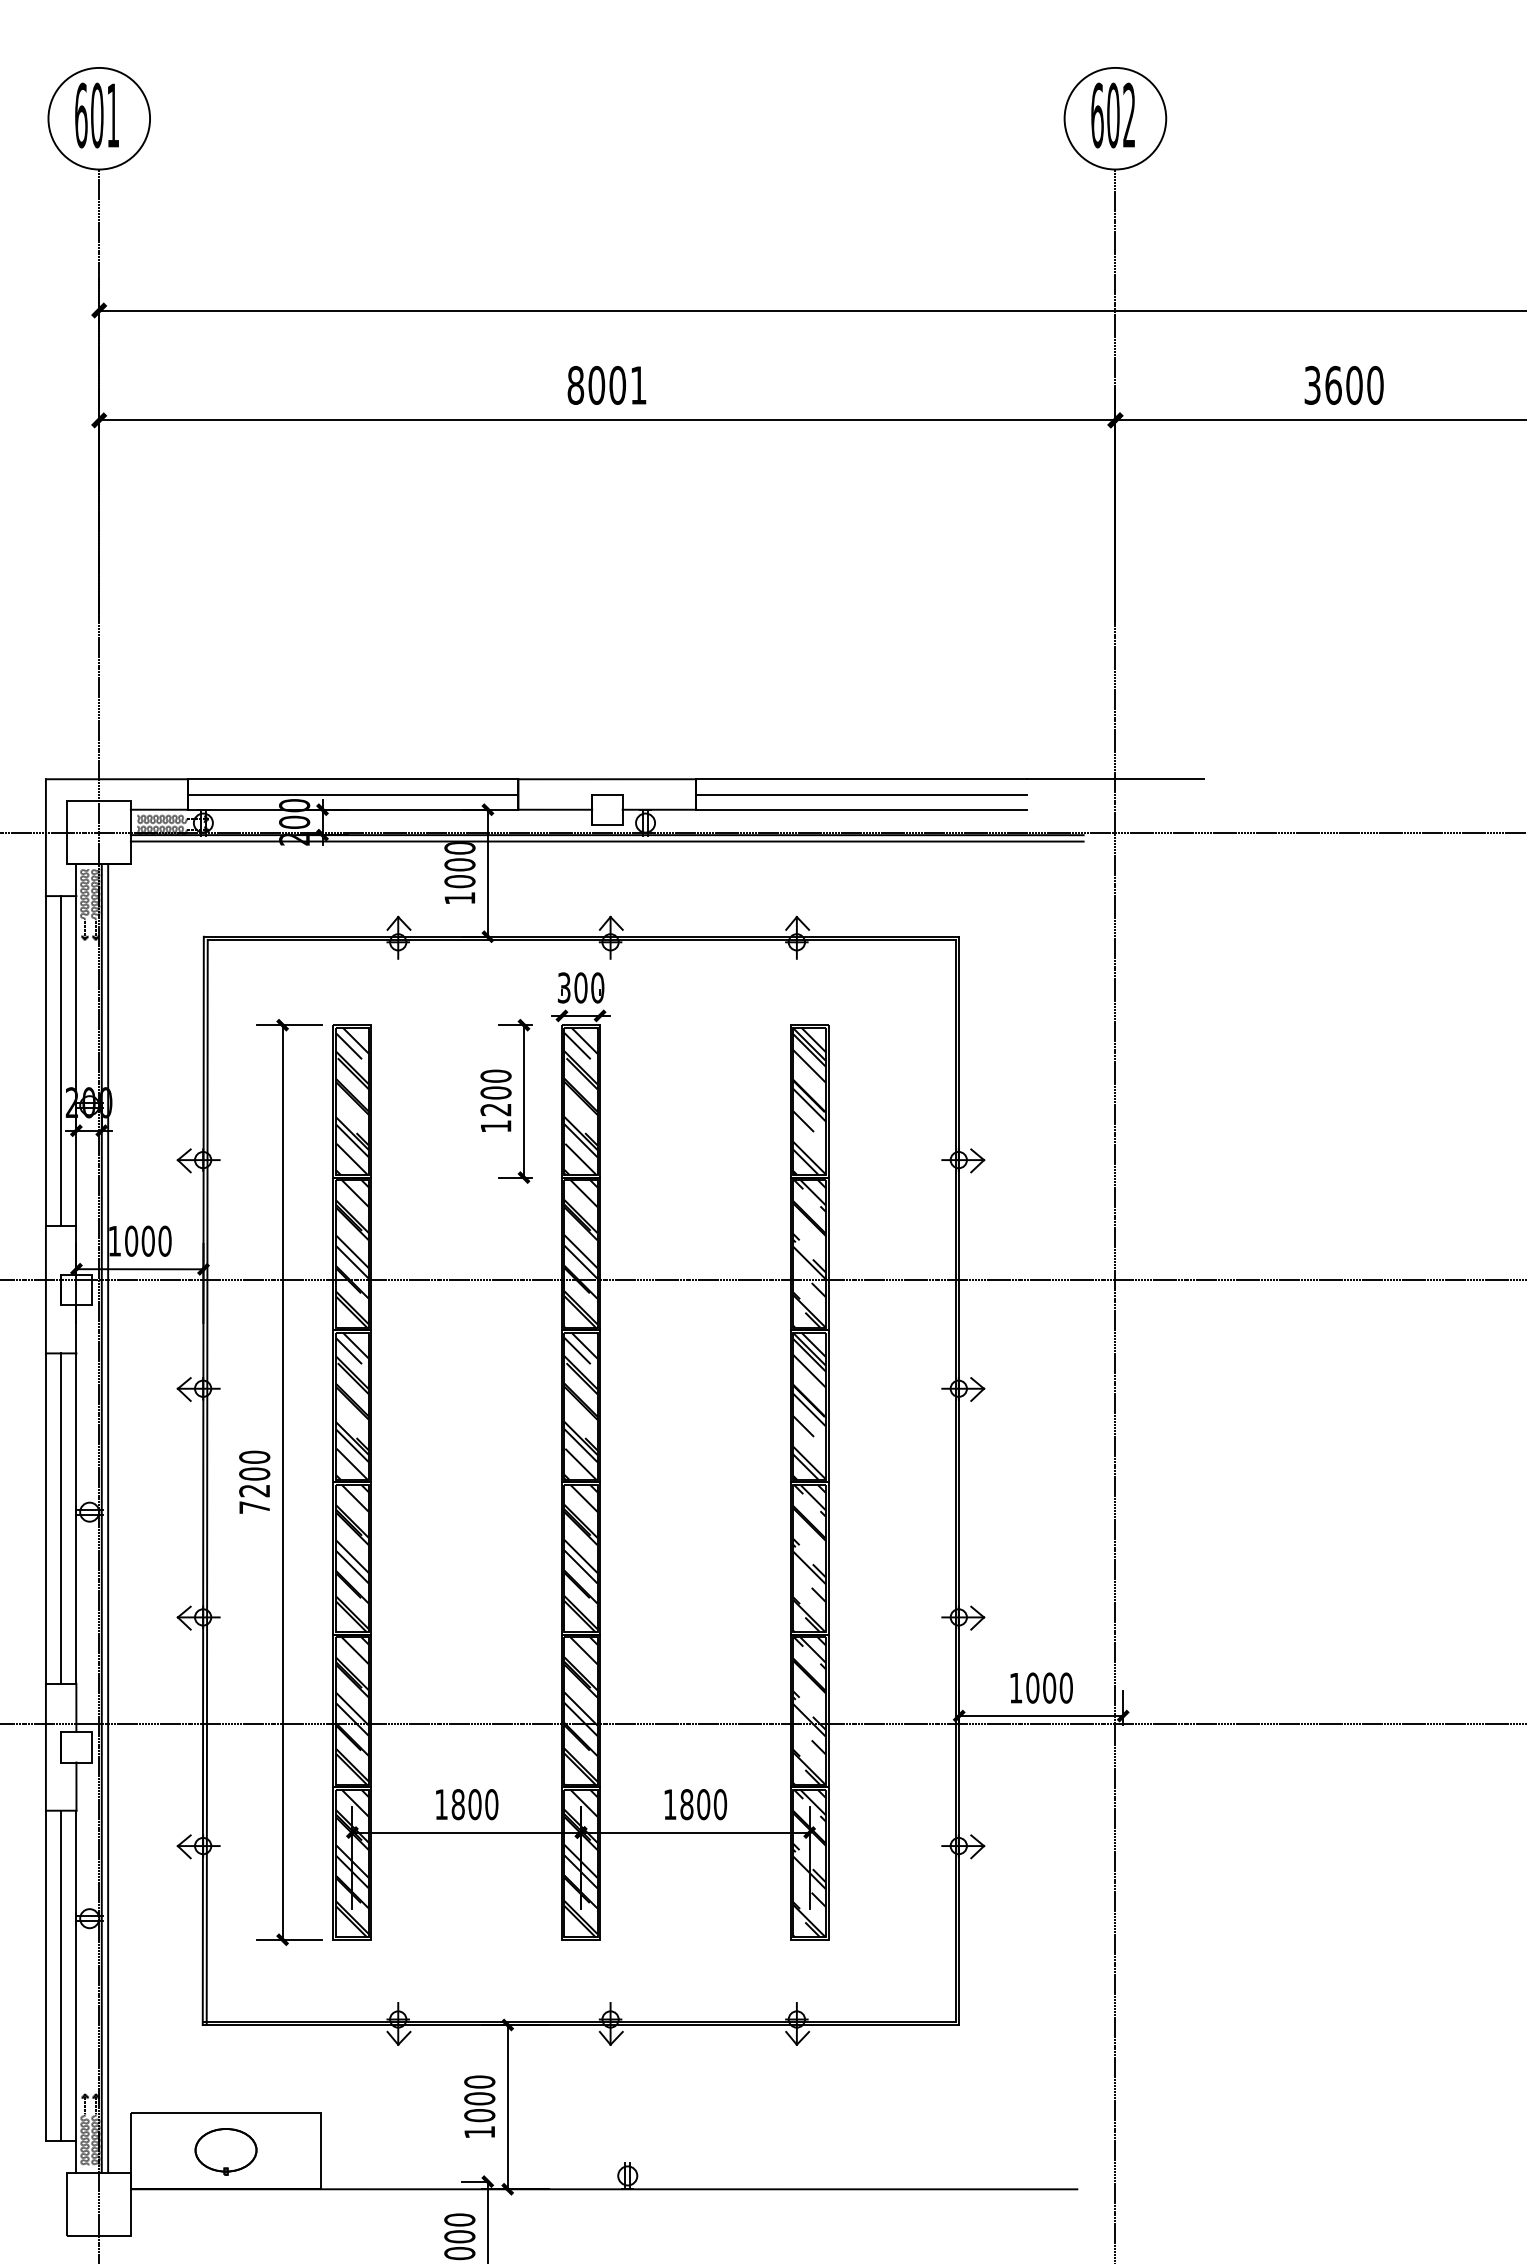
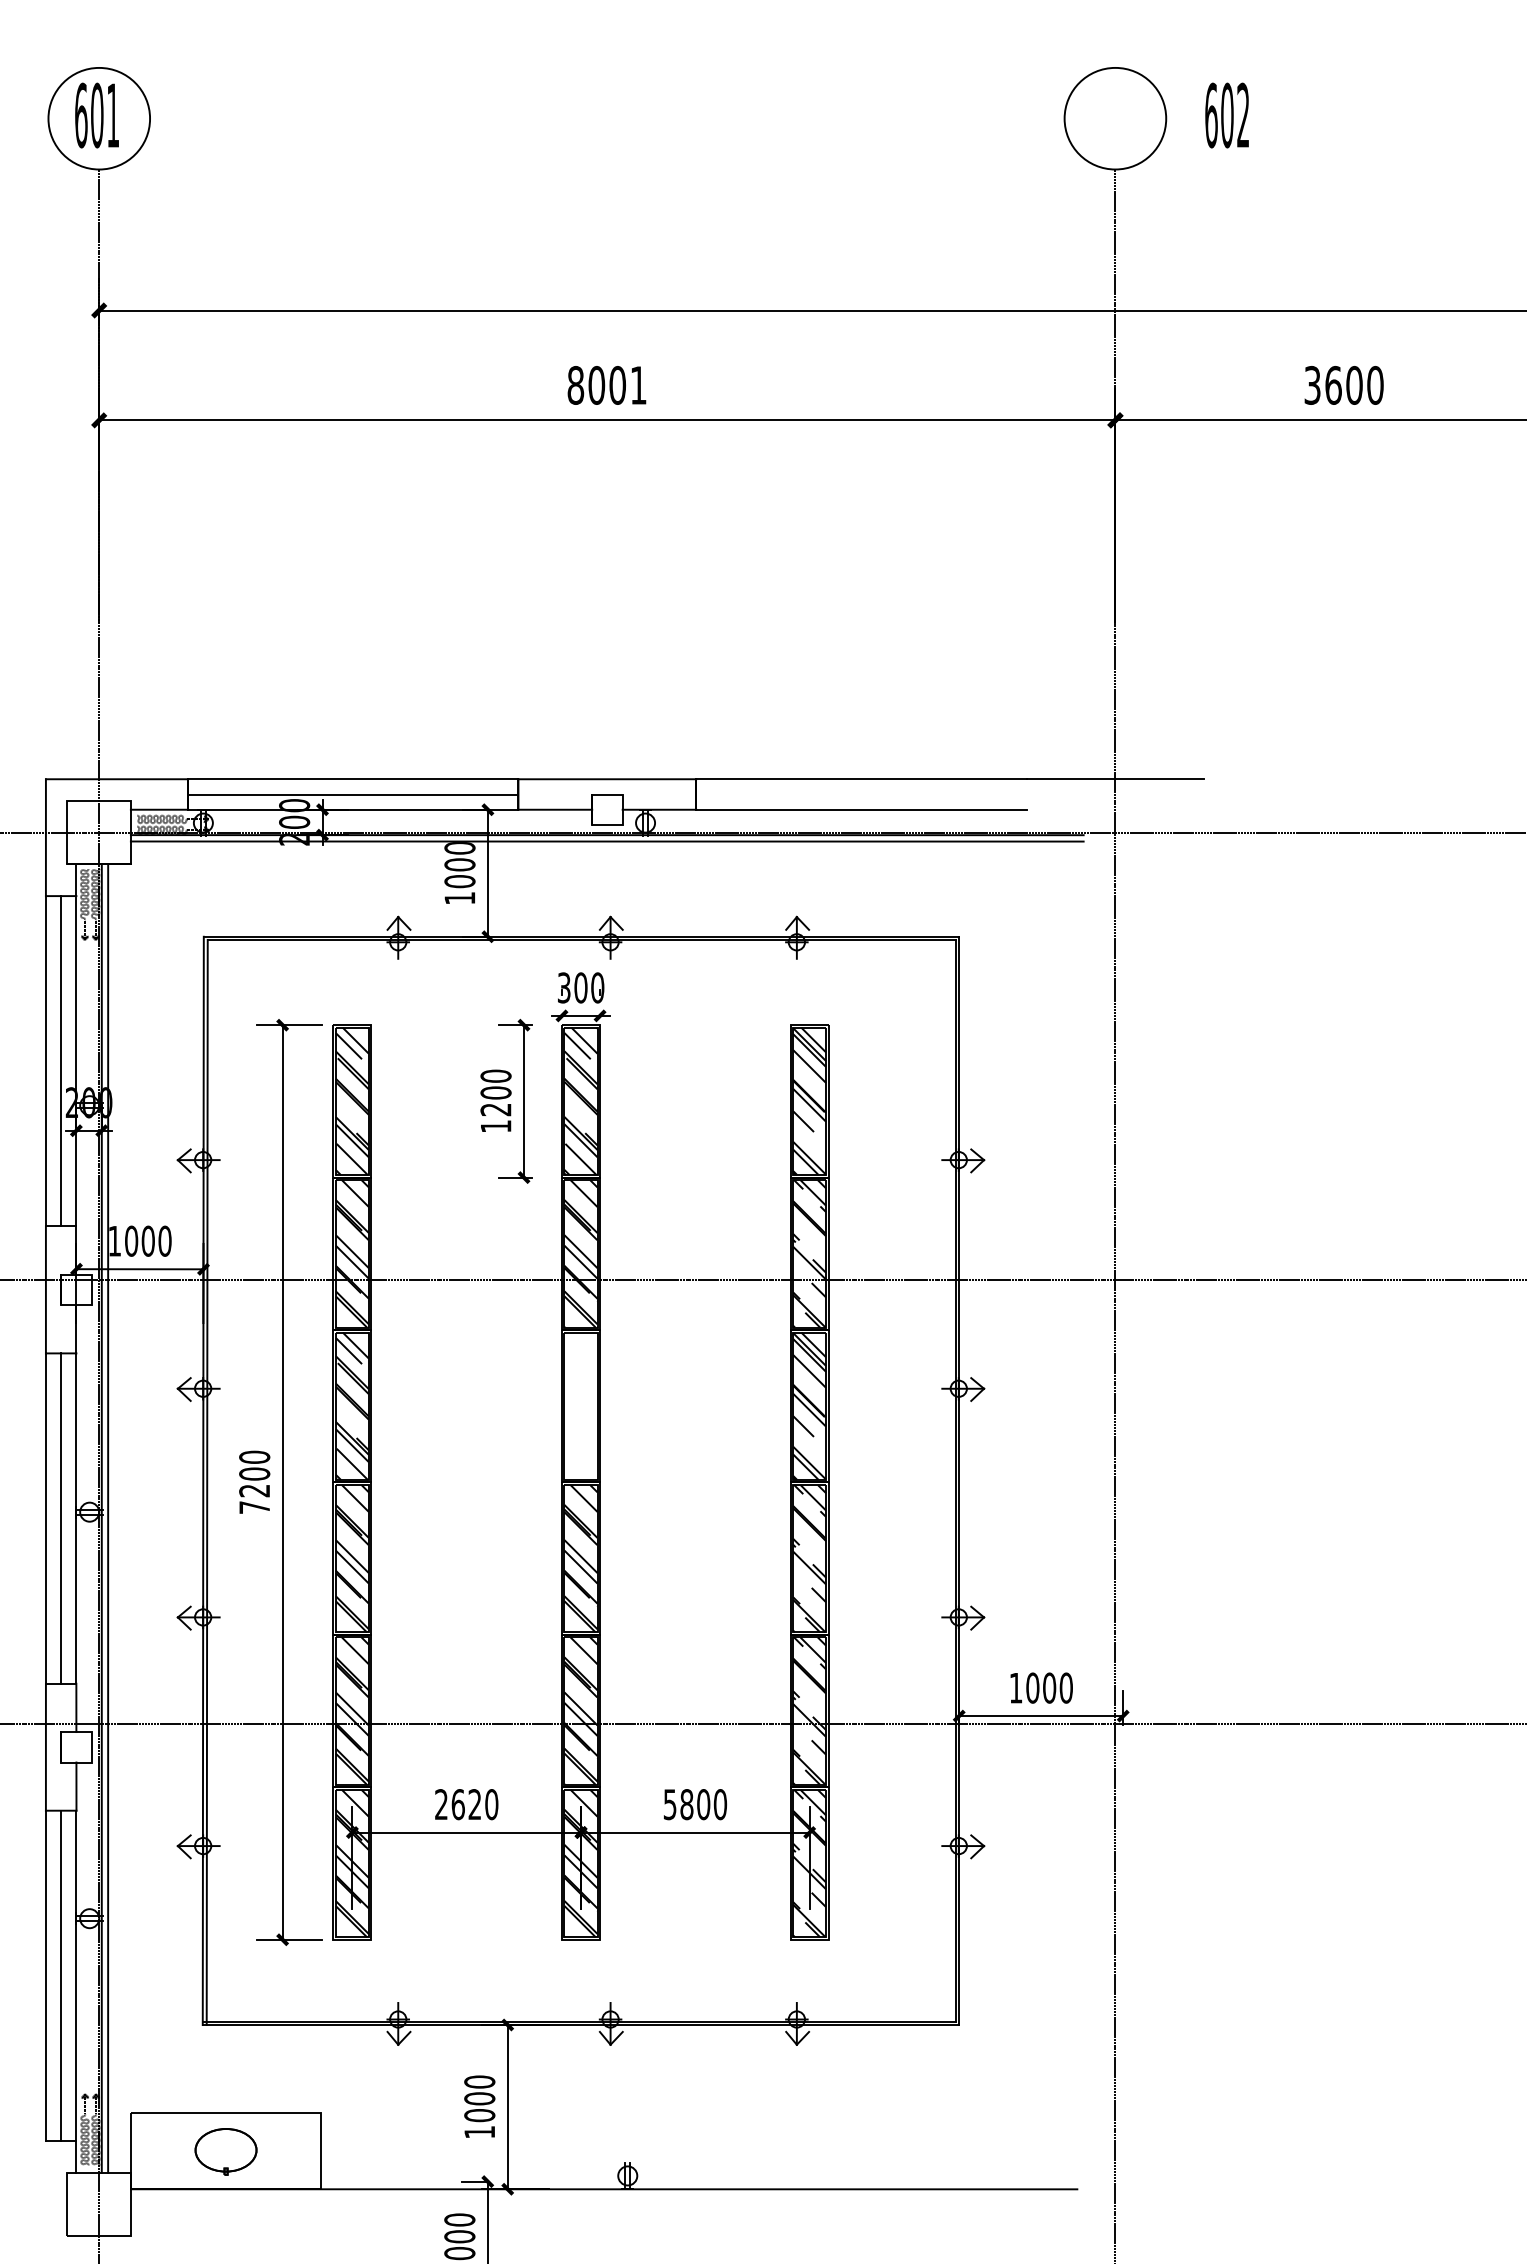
text at (1112, 115) position: (1112, 115) -> (1226, 115)
line at (861, 794): present -> none
hatch at (580, 1405): present -> none
text at (458, 1804): 1800 -> 2620
text at (669, 1804): 1800 -> 5800
